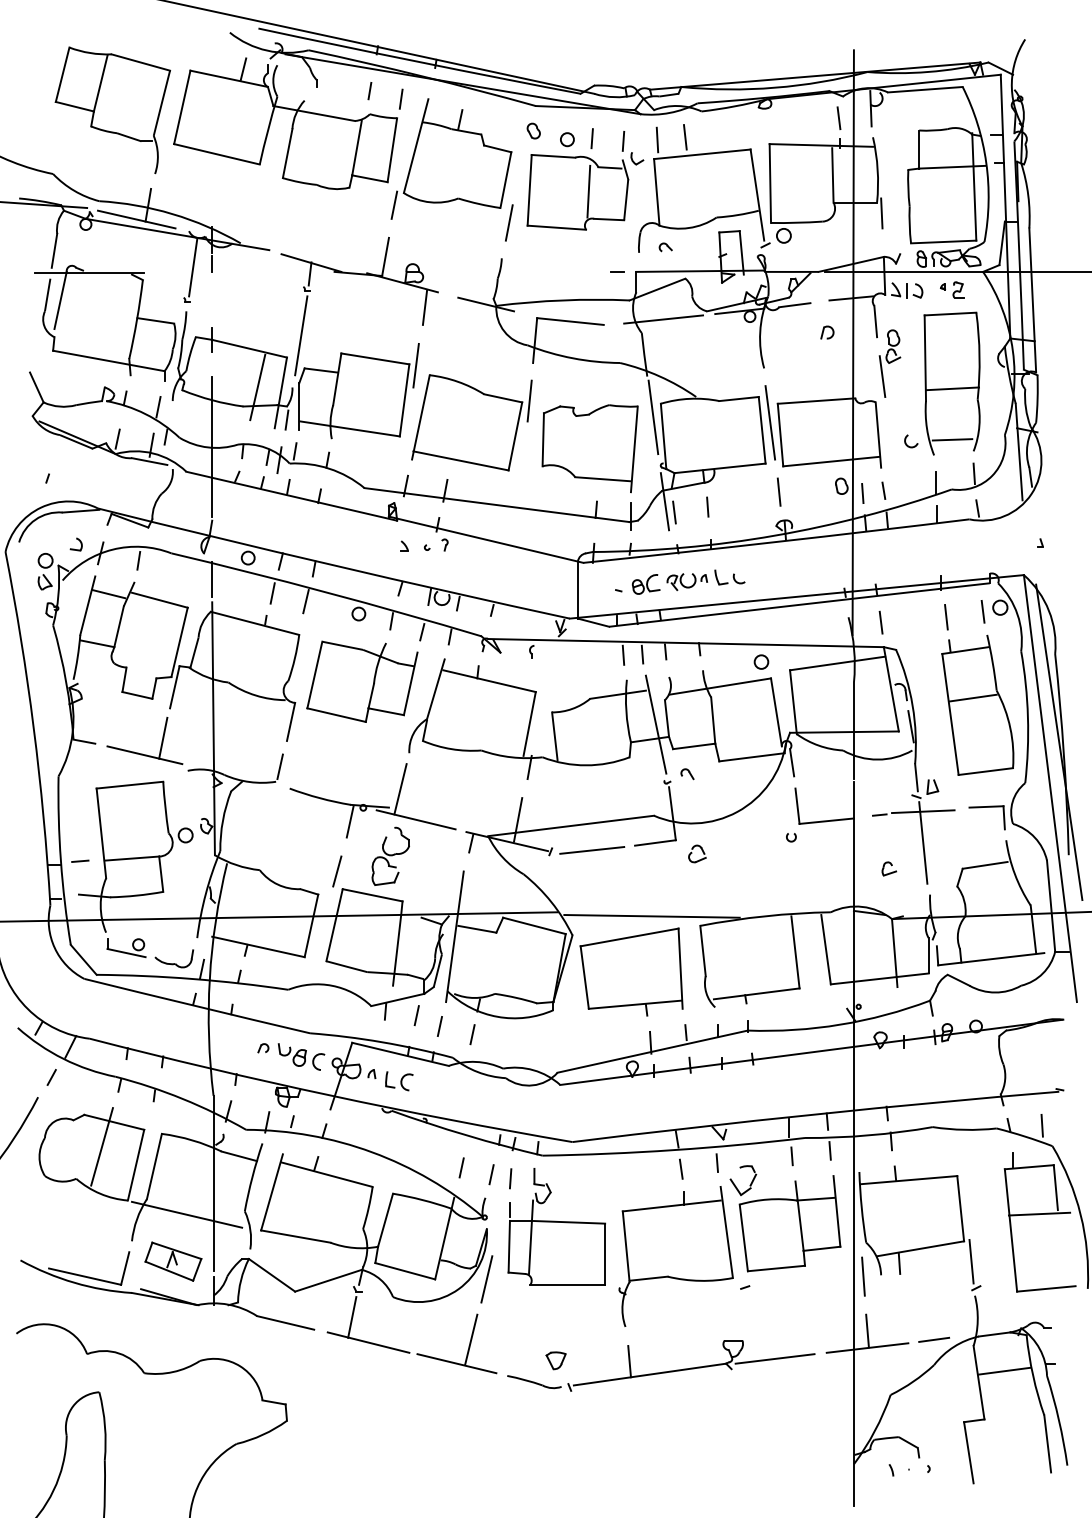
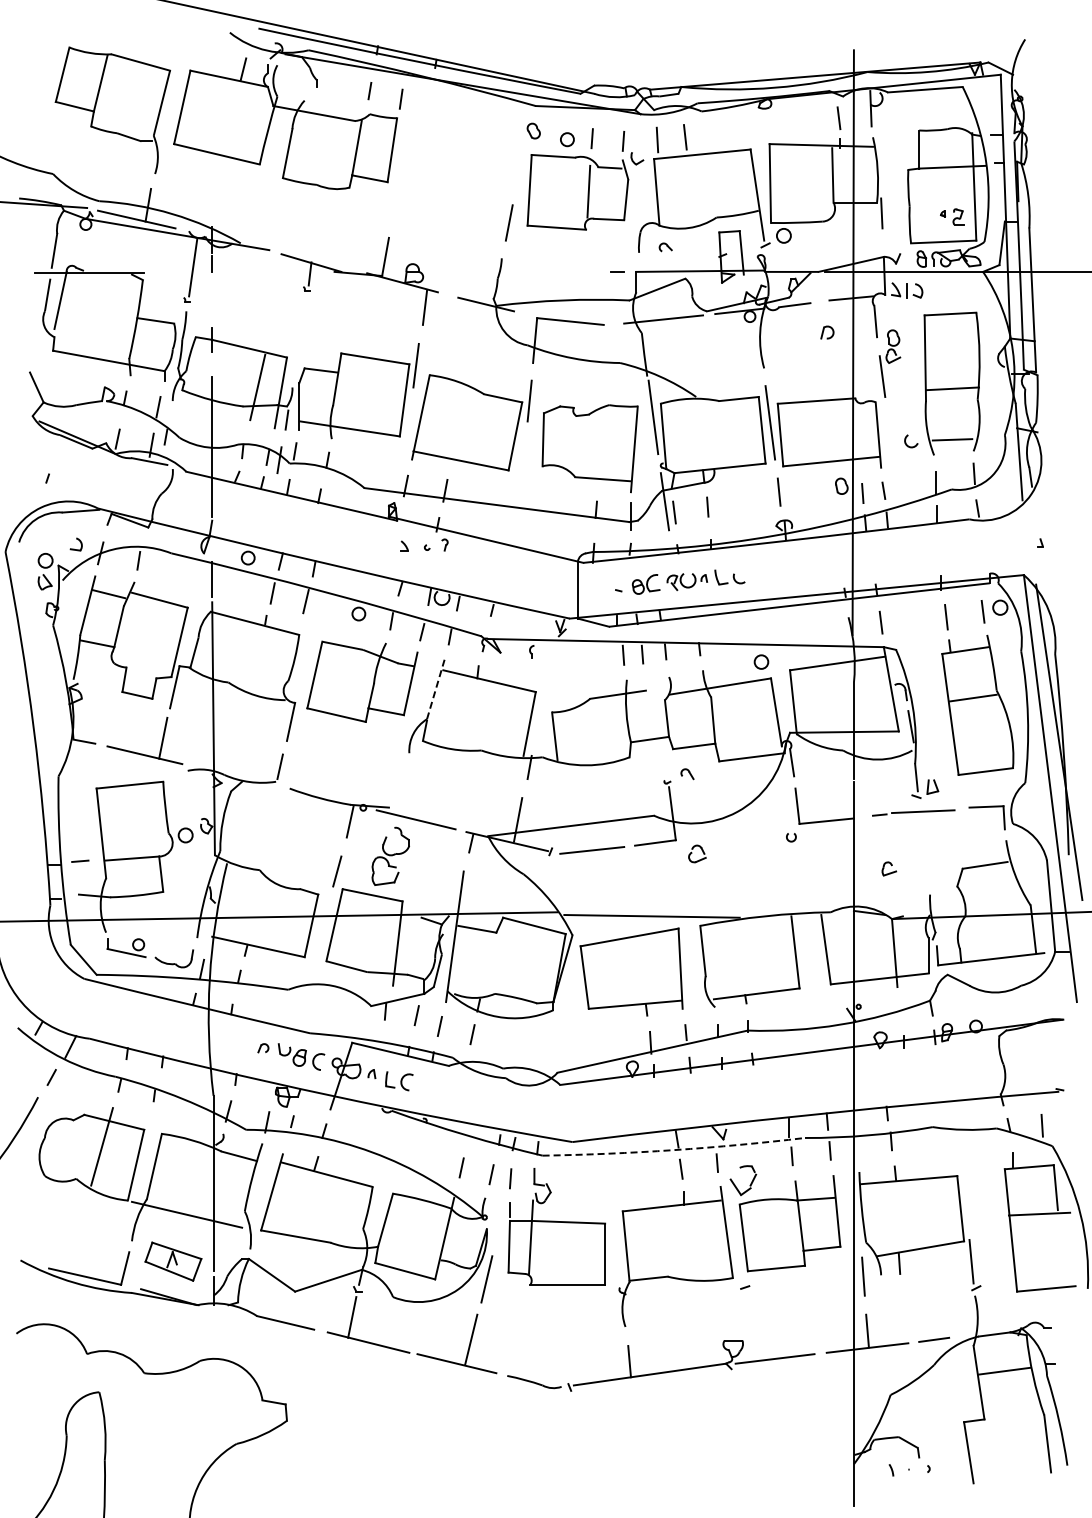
part at (451, 158): present -> none
part at (952, 289) position: (952, 289) -> (952, 216)
line at (301, 335): present -> none
line at (436, 688): solid -> dashed
line at (655, 724): present -> none
line at (400, 789): present -> none
line at (923, 842): present -> none
arc at (674, 1150): solid -> dashed
part at (555, 1360): present -> none
